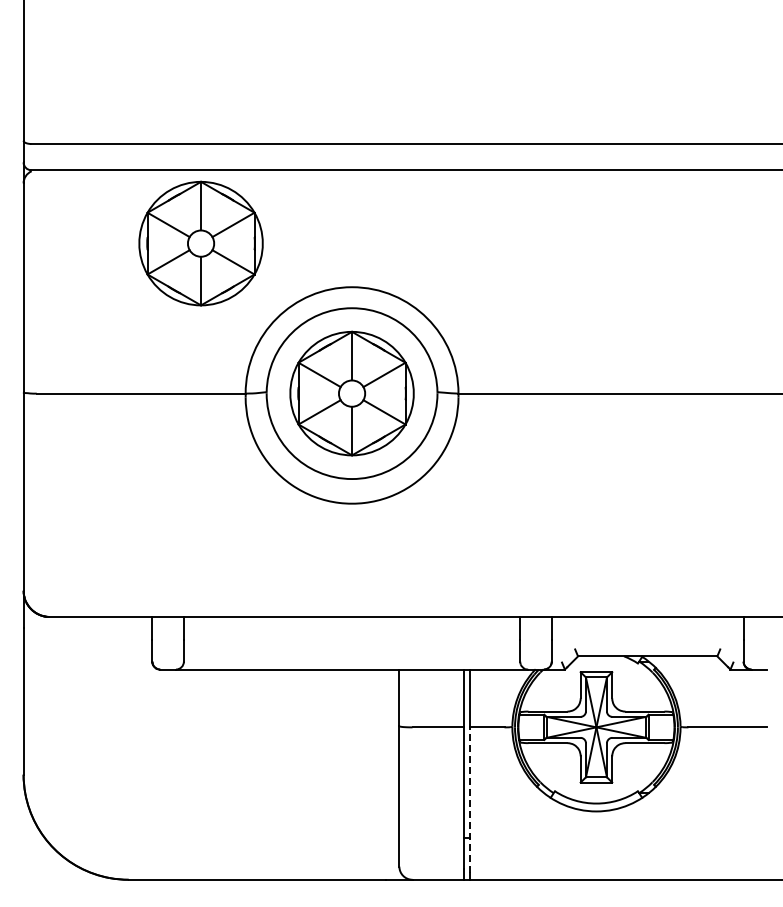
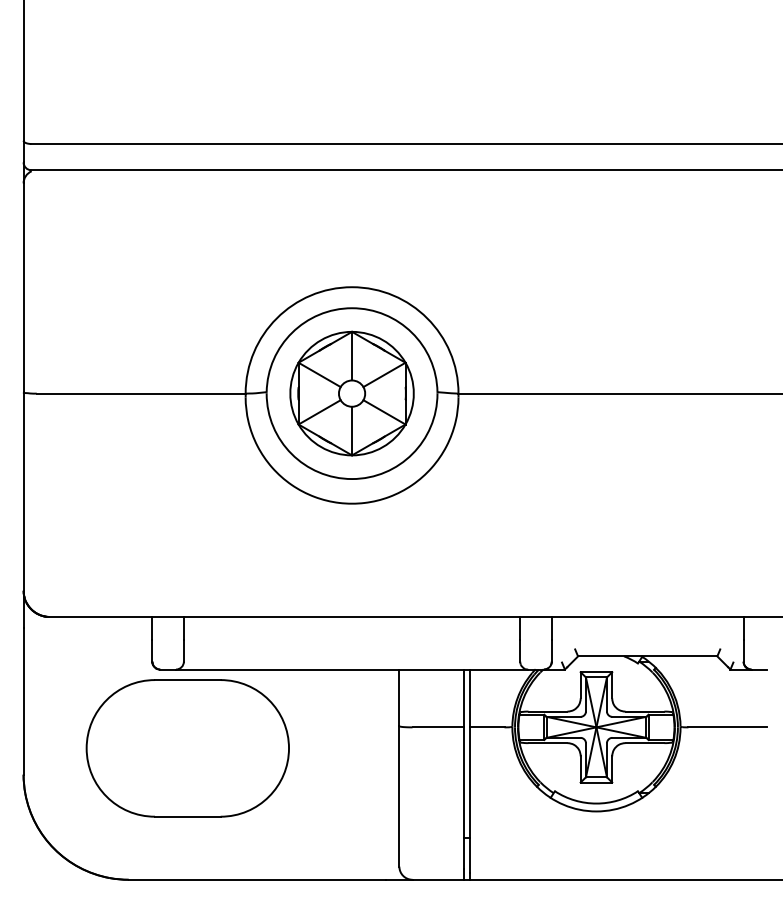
part at (200, 243): present -> none
part at (187, 748): none -> present
line at (470, 800): dashed -> solid
